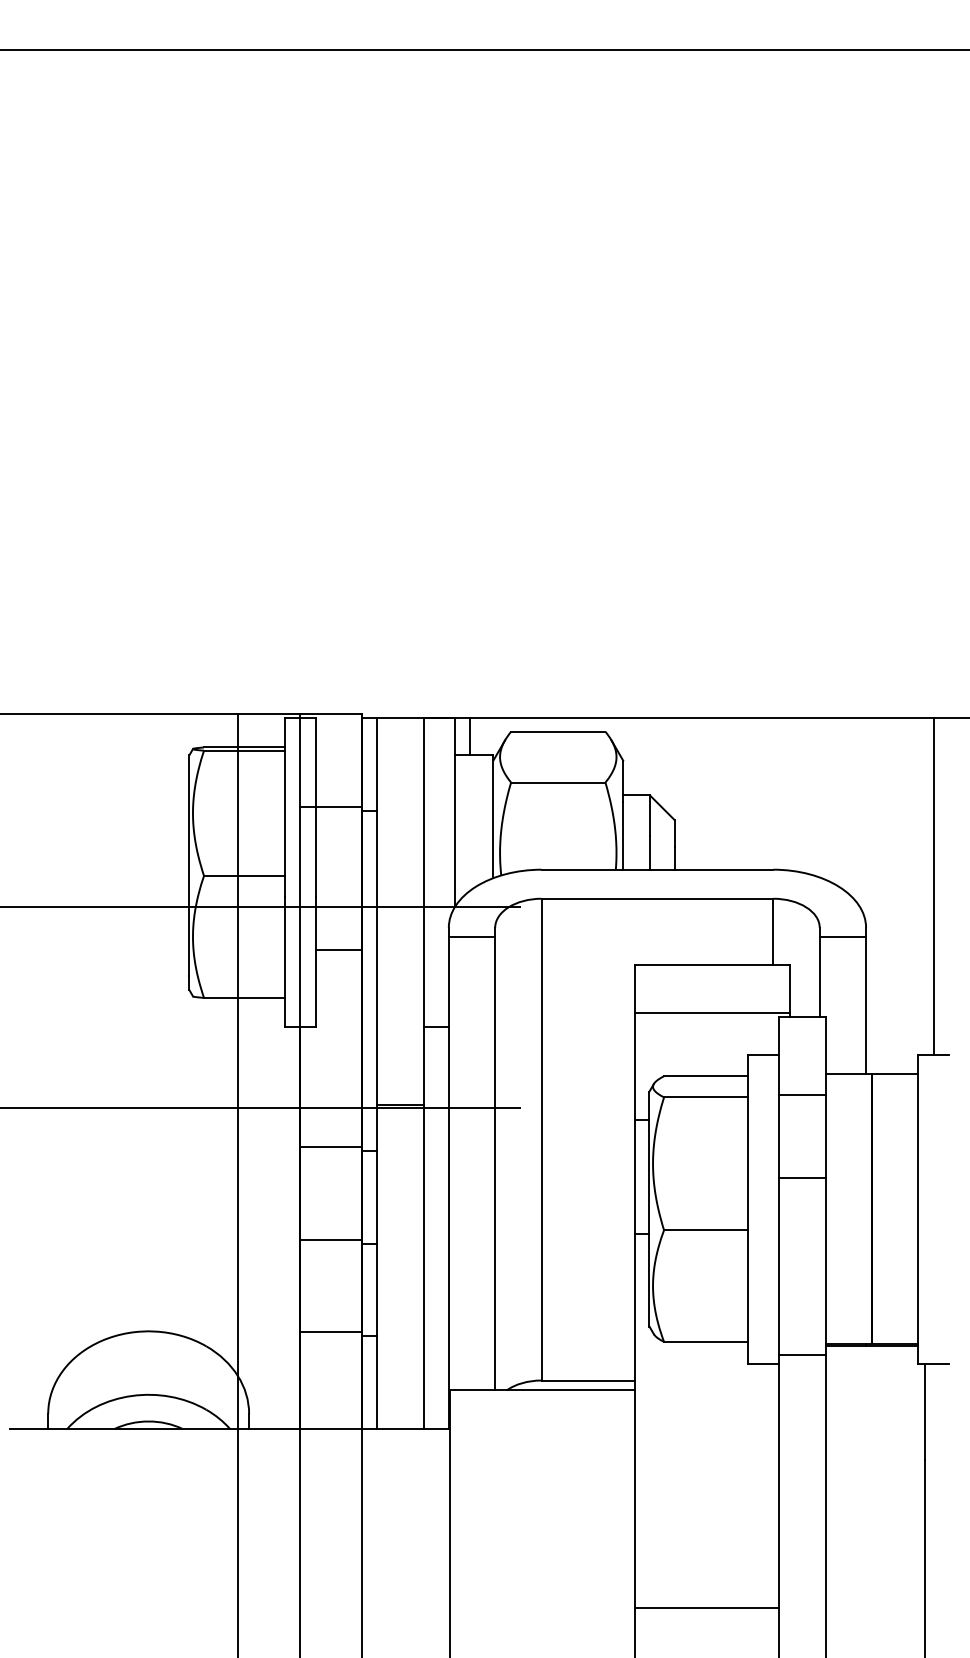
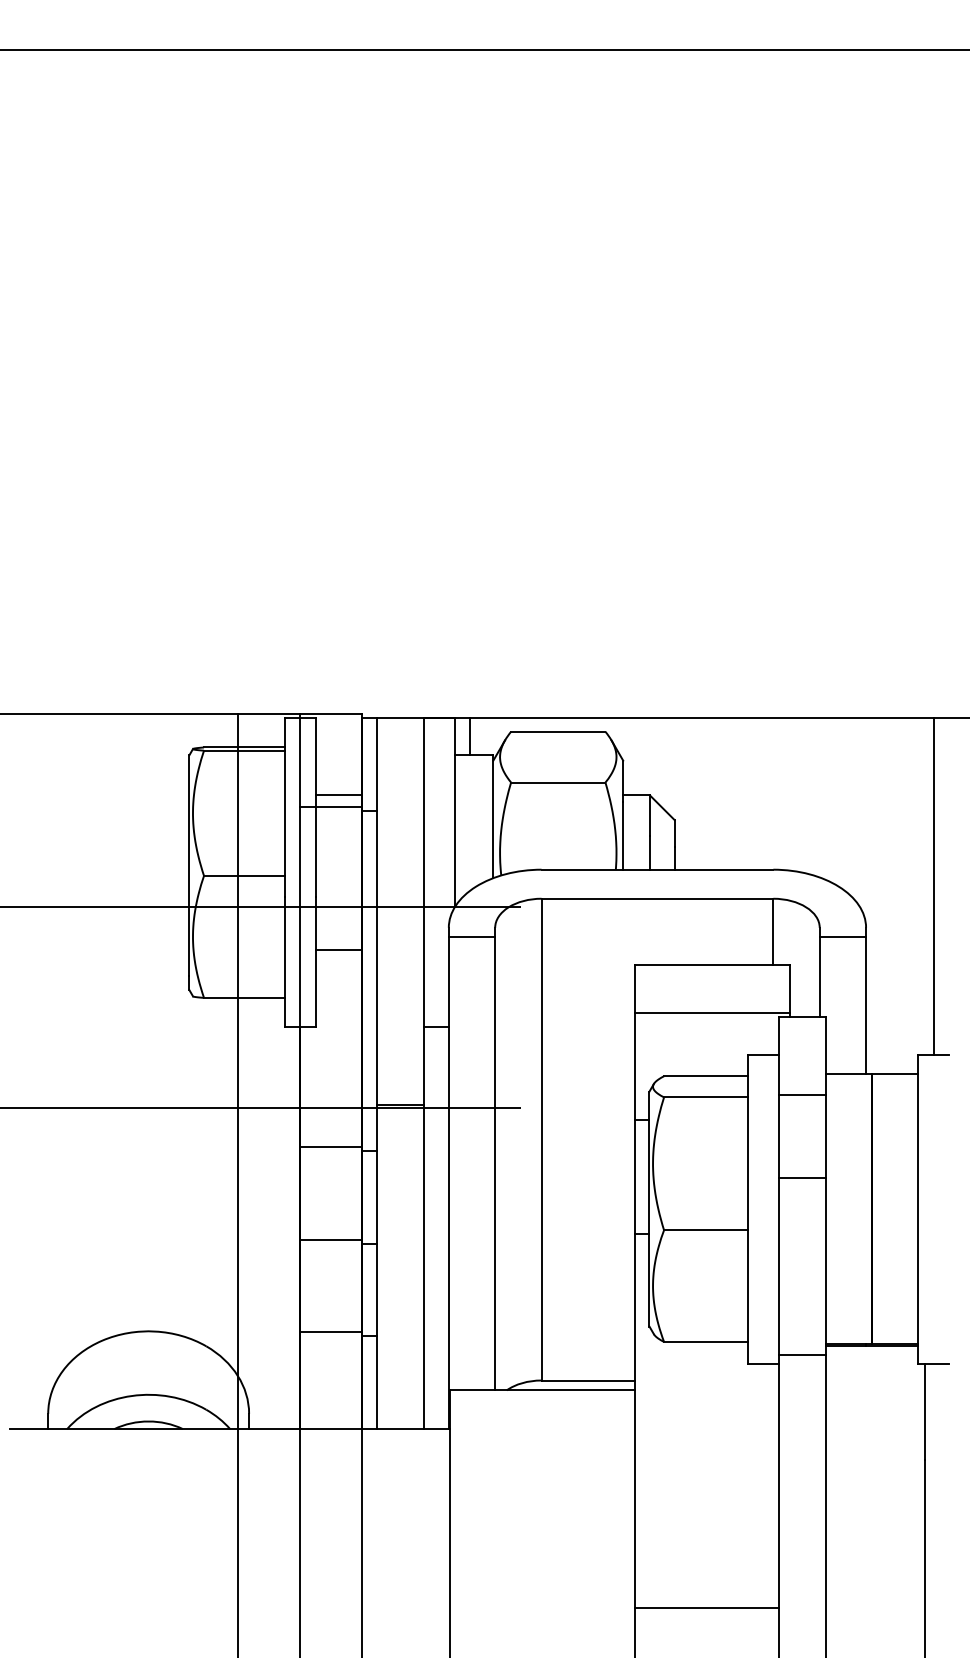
line at (338, 795): none -> present
